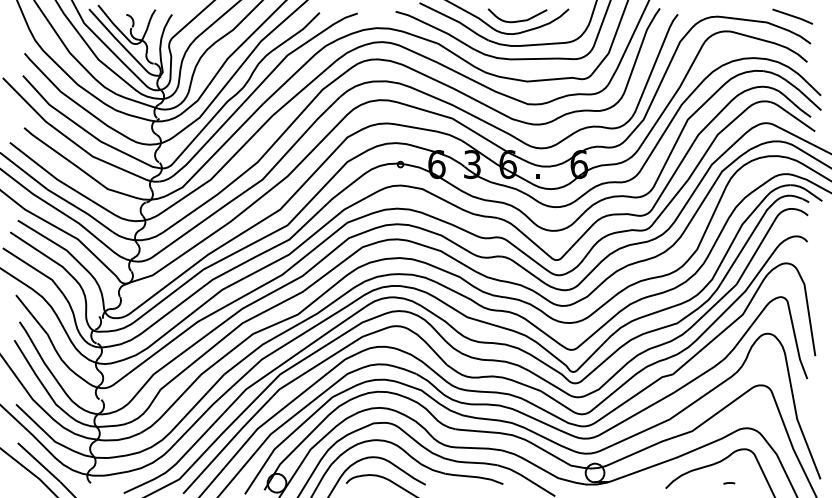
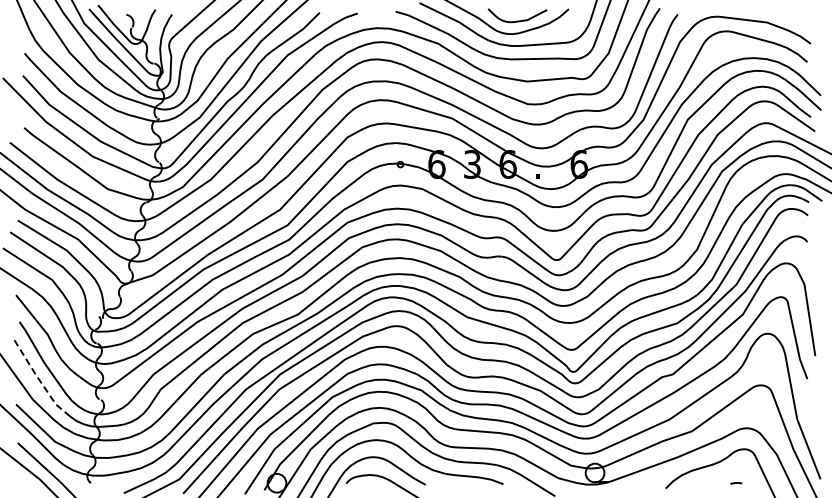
line at (792, 16): present -> none
line at (40, 380): solid -> dashed
line at (729, 483) position: (729, 483) -> (736, 483)
